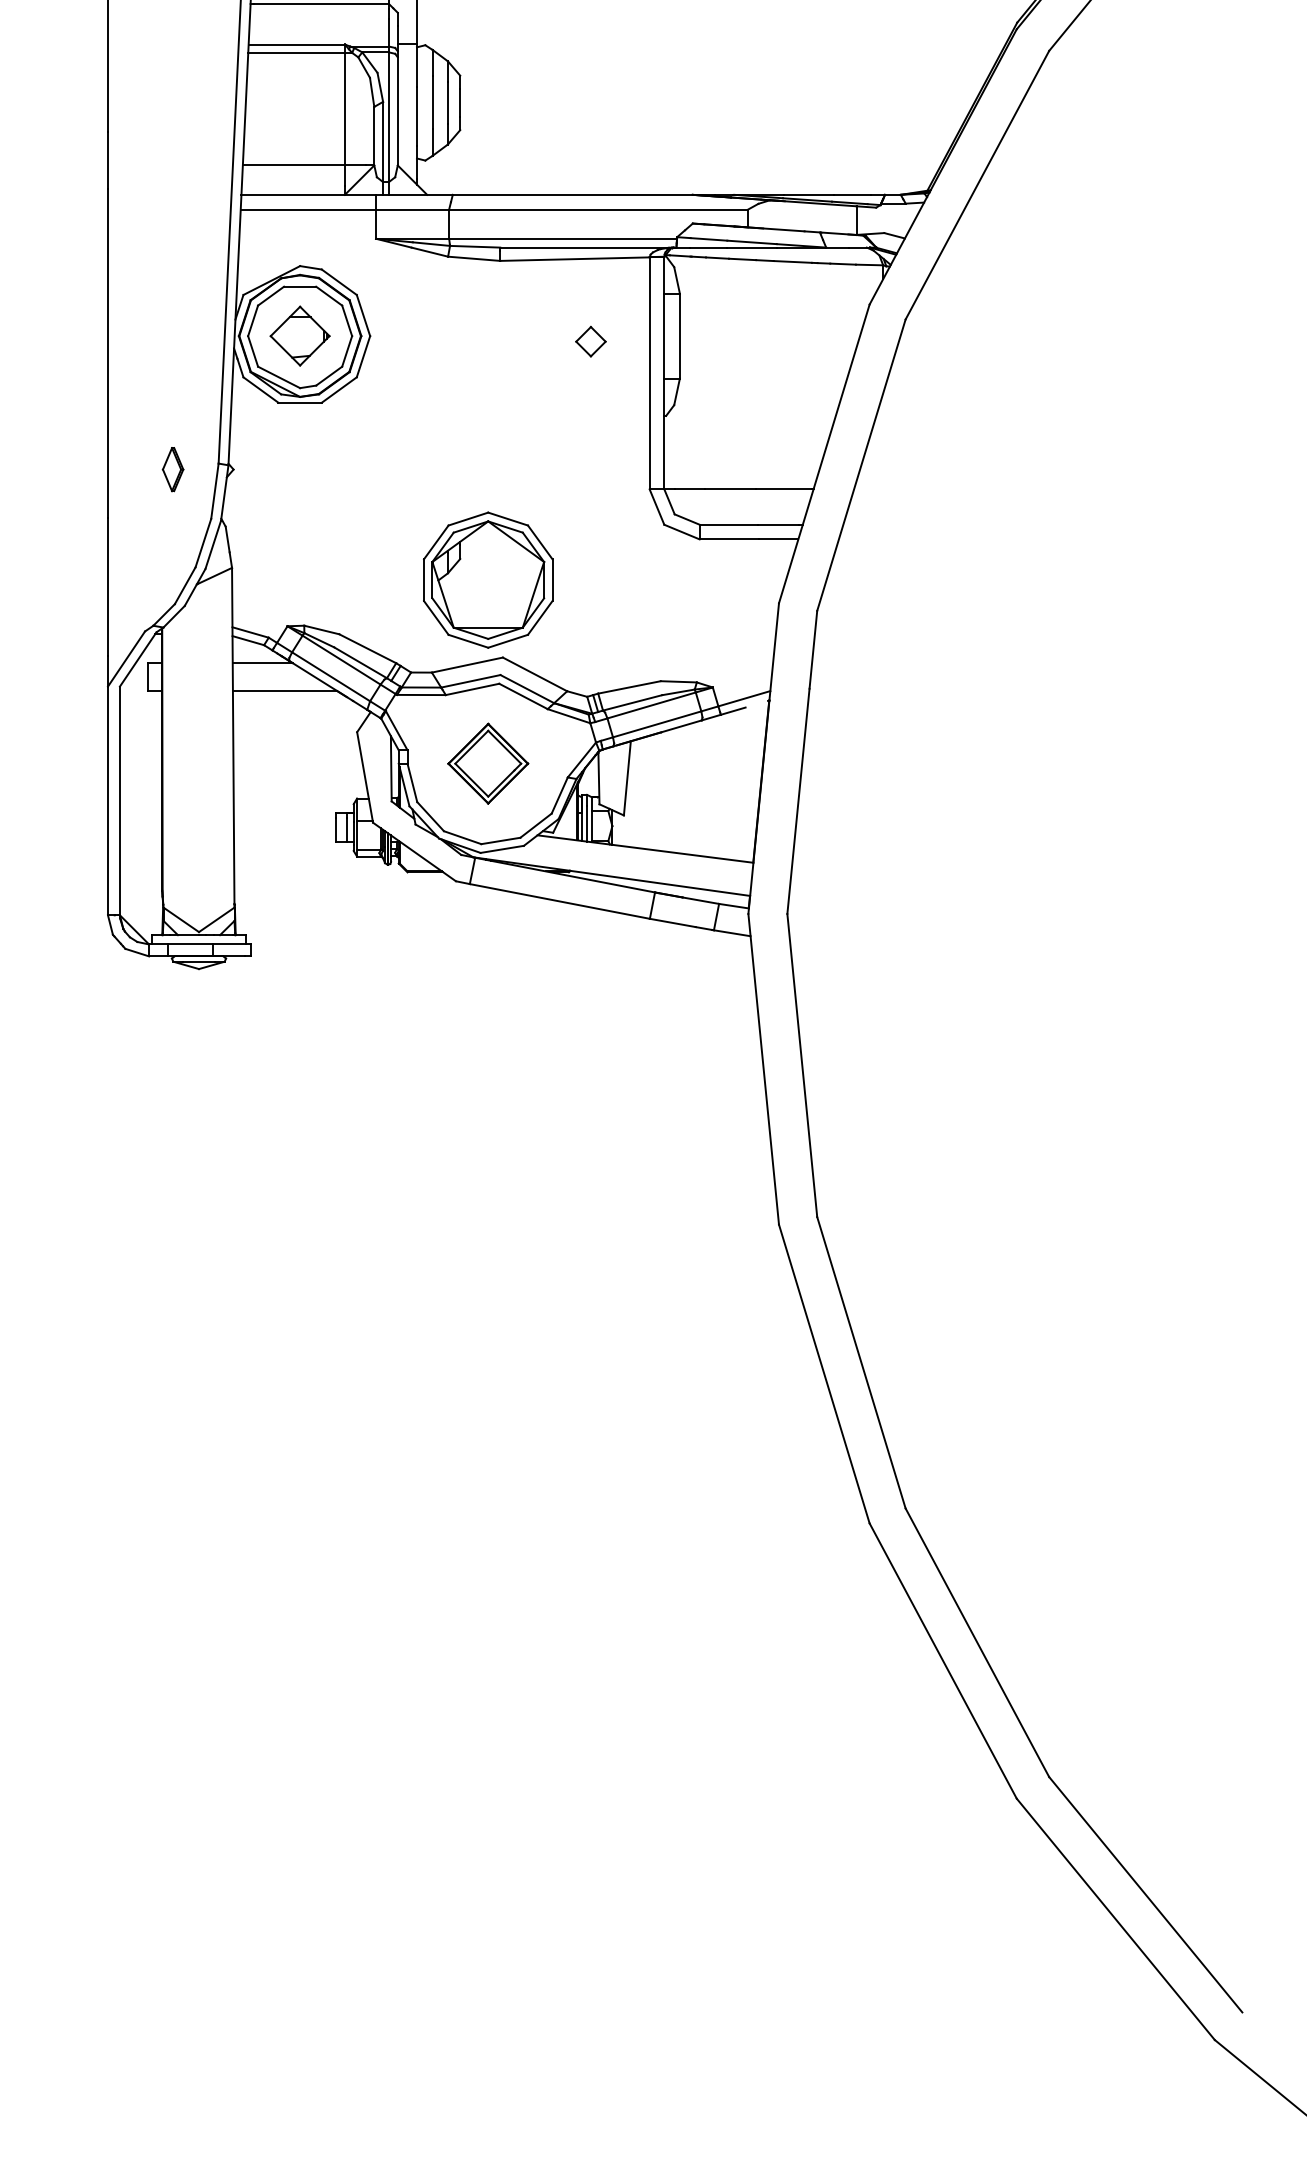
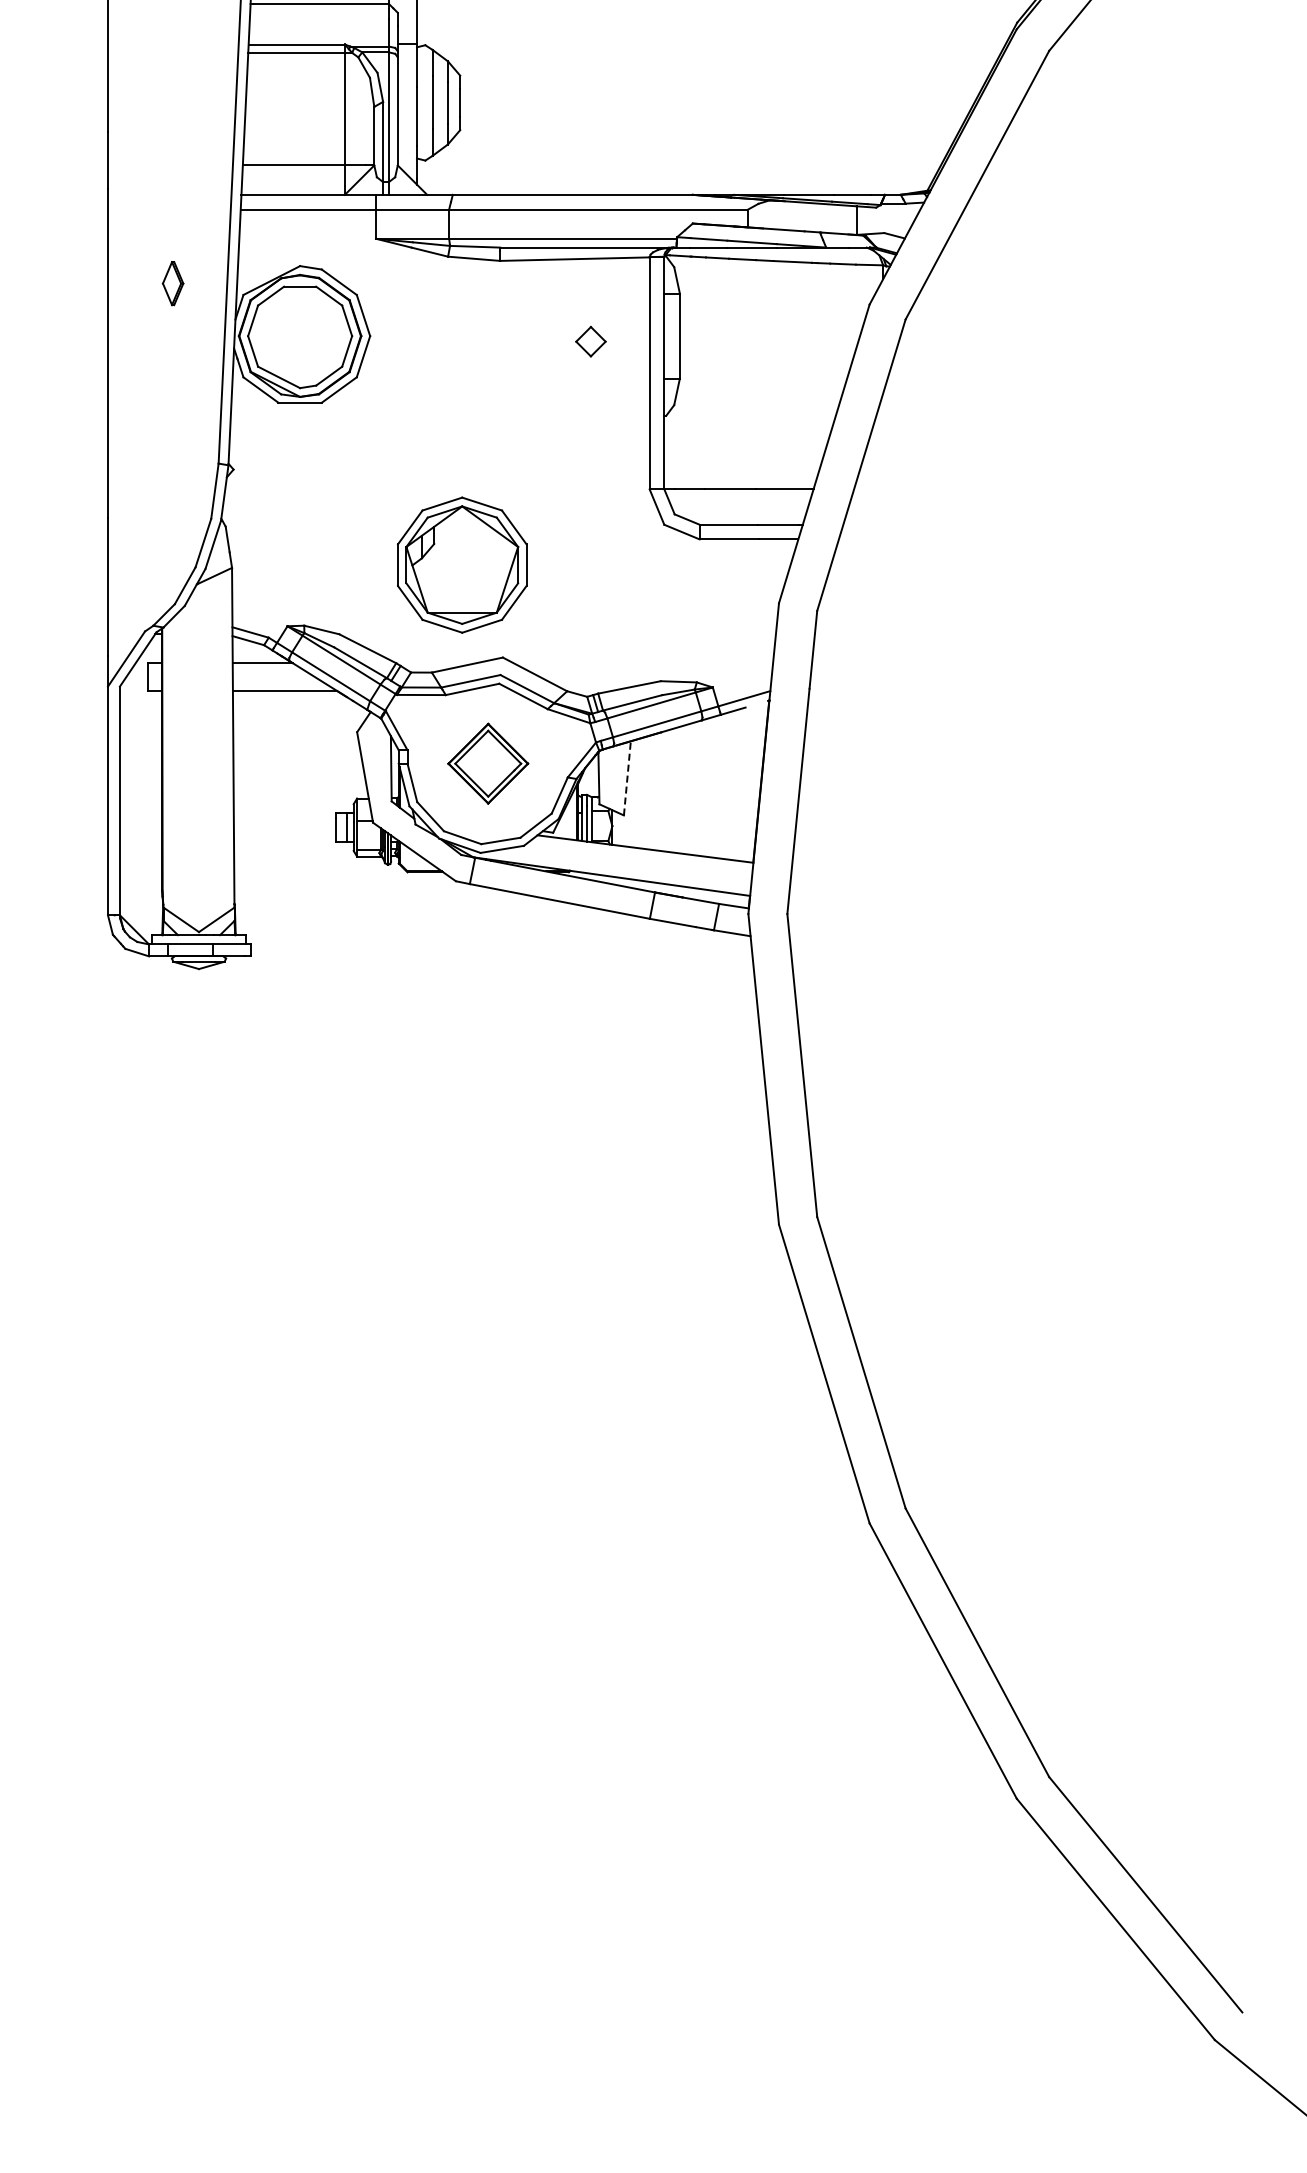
part at (299, 335): present -> none
part at (172, 469) position: (172, 469) -> (172, 283)
part at (488, 579) position: (488, 579) -> (462, 564)
line at (627, 777): solid -> dashed
